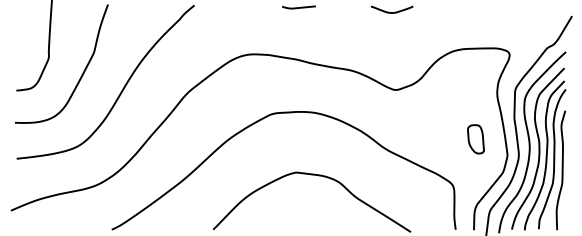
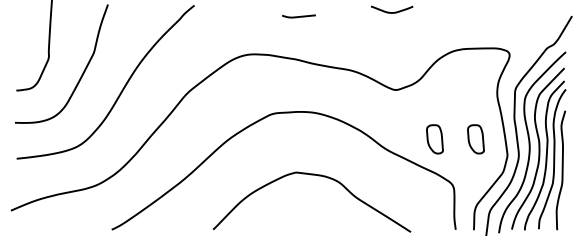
curve at (298, 7) position: (298, 7) -> (298, 16)
part at (434, 139): none -> present
